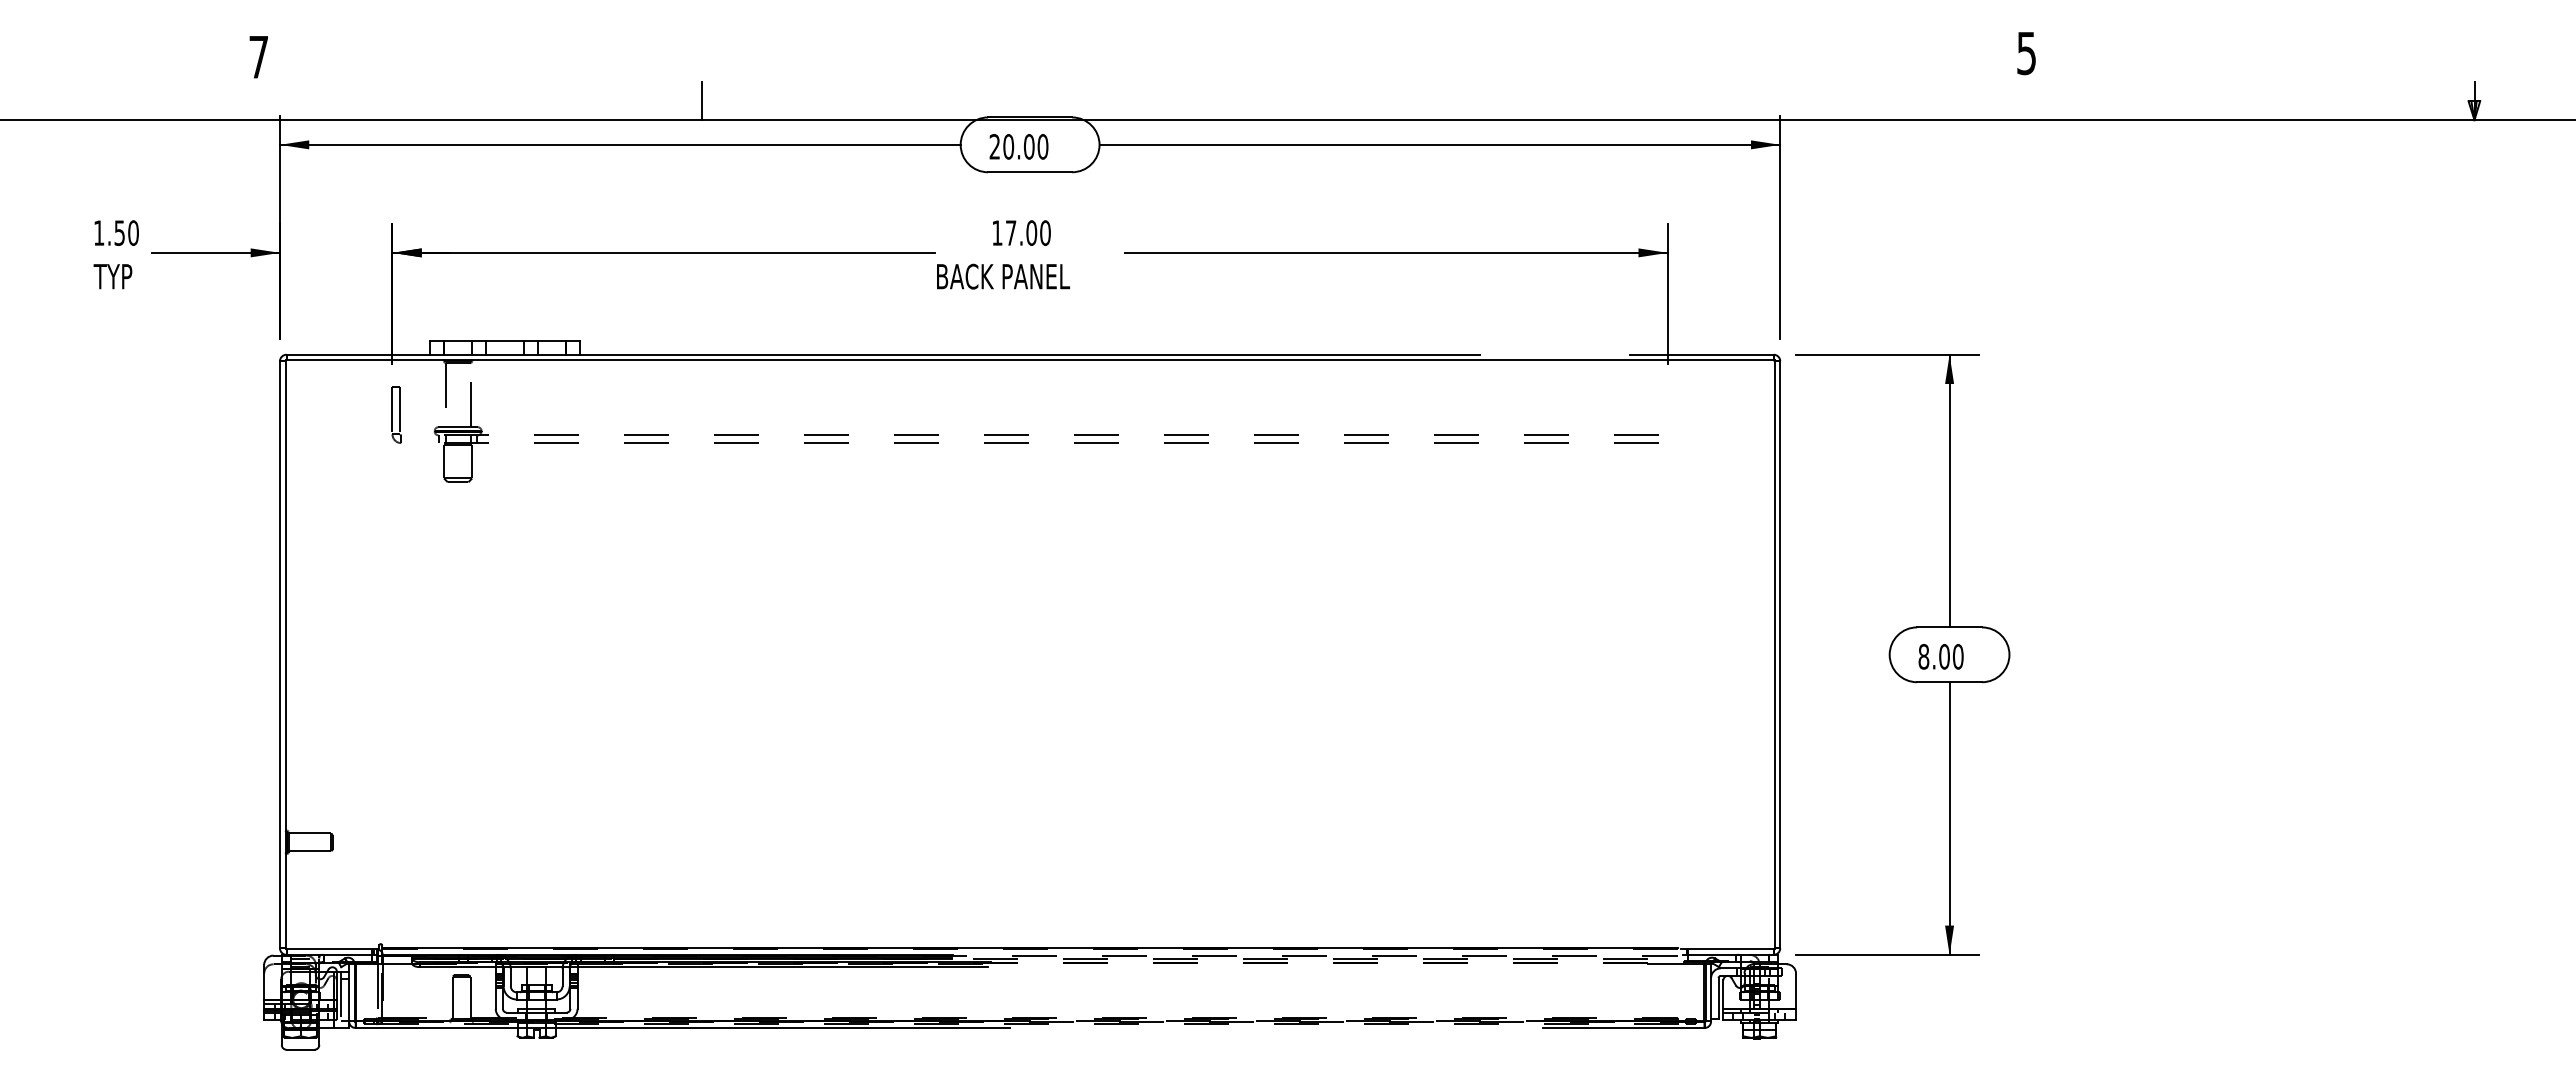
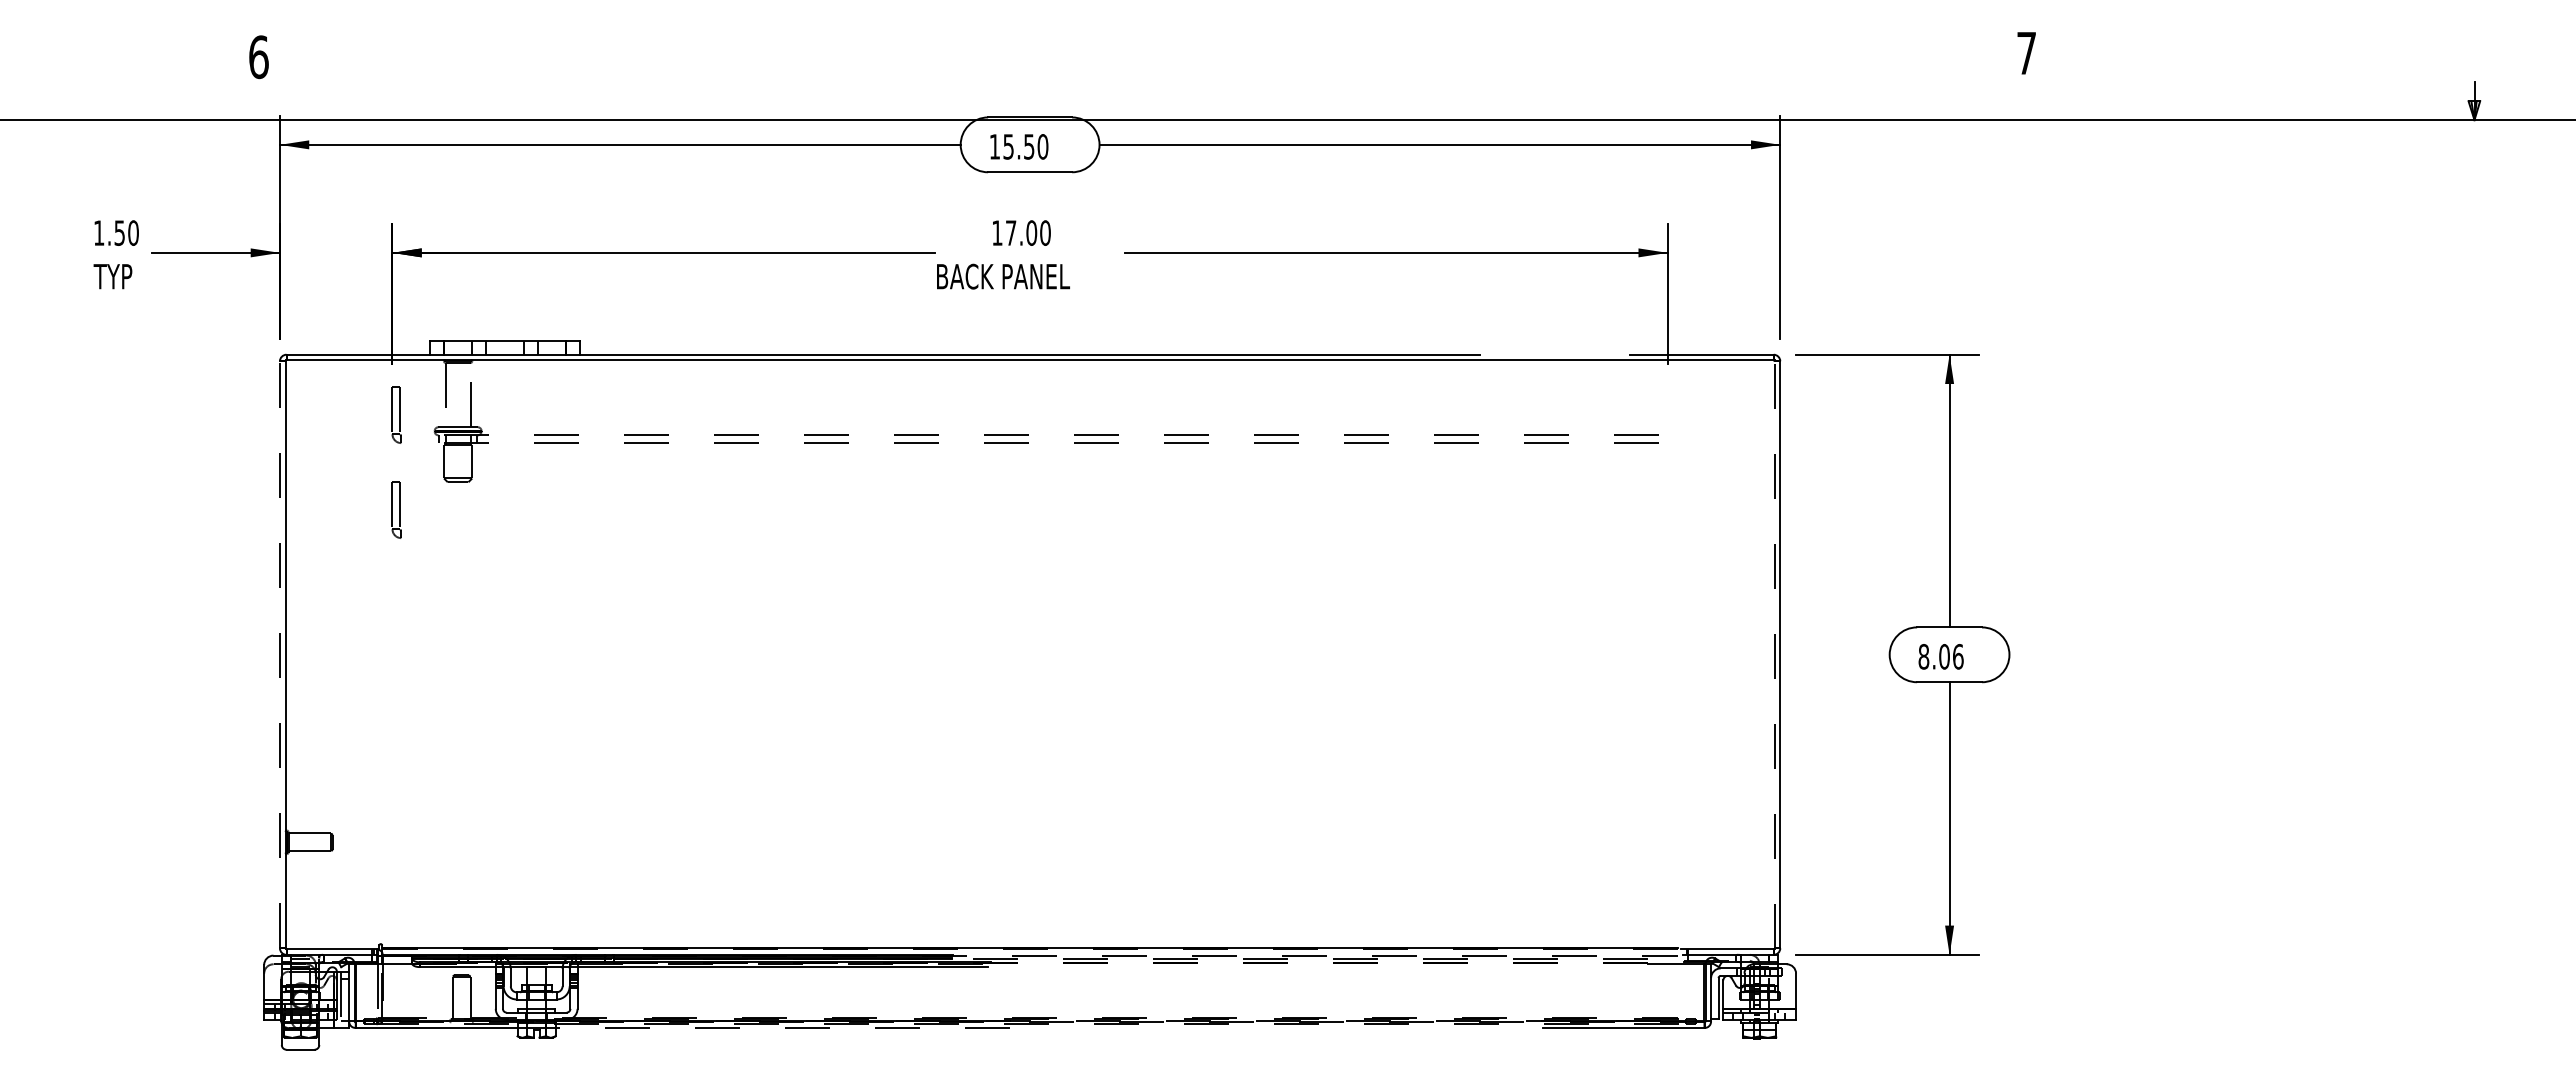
text at (2026, 53): 5 -> 7
text at (258, 57): 7 -> 6
line at (702, 100): present -> none
text at (1011, 146): 20.00 -> 15.50
part at (396, 509): none -> present
line at (279, 654): solid -> dashed
line at (1774, 654): solid -> dashed
text at (1958, 656): 8.00 -> 8.06
line at (782, 1028): solid -> dashed
